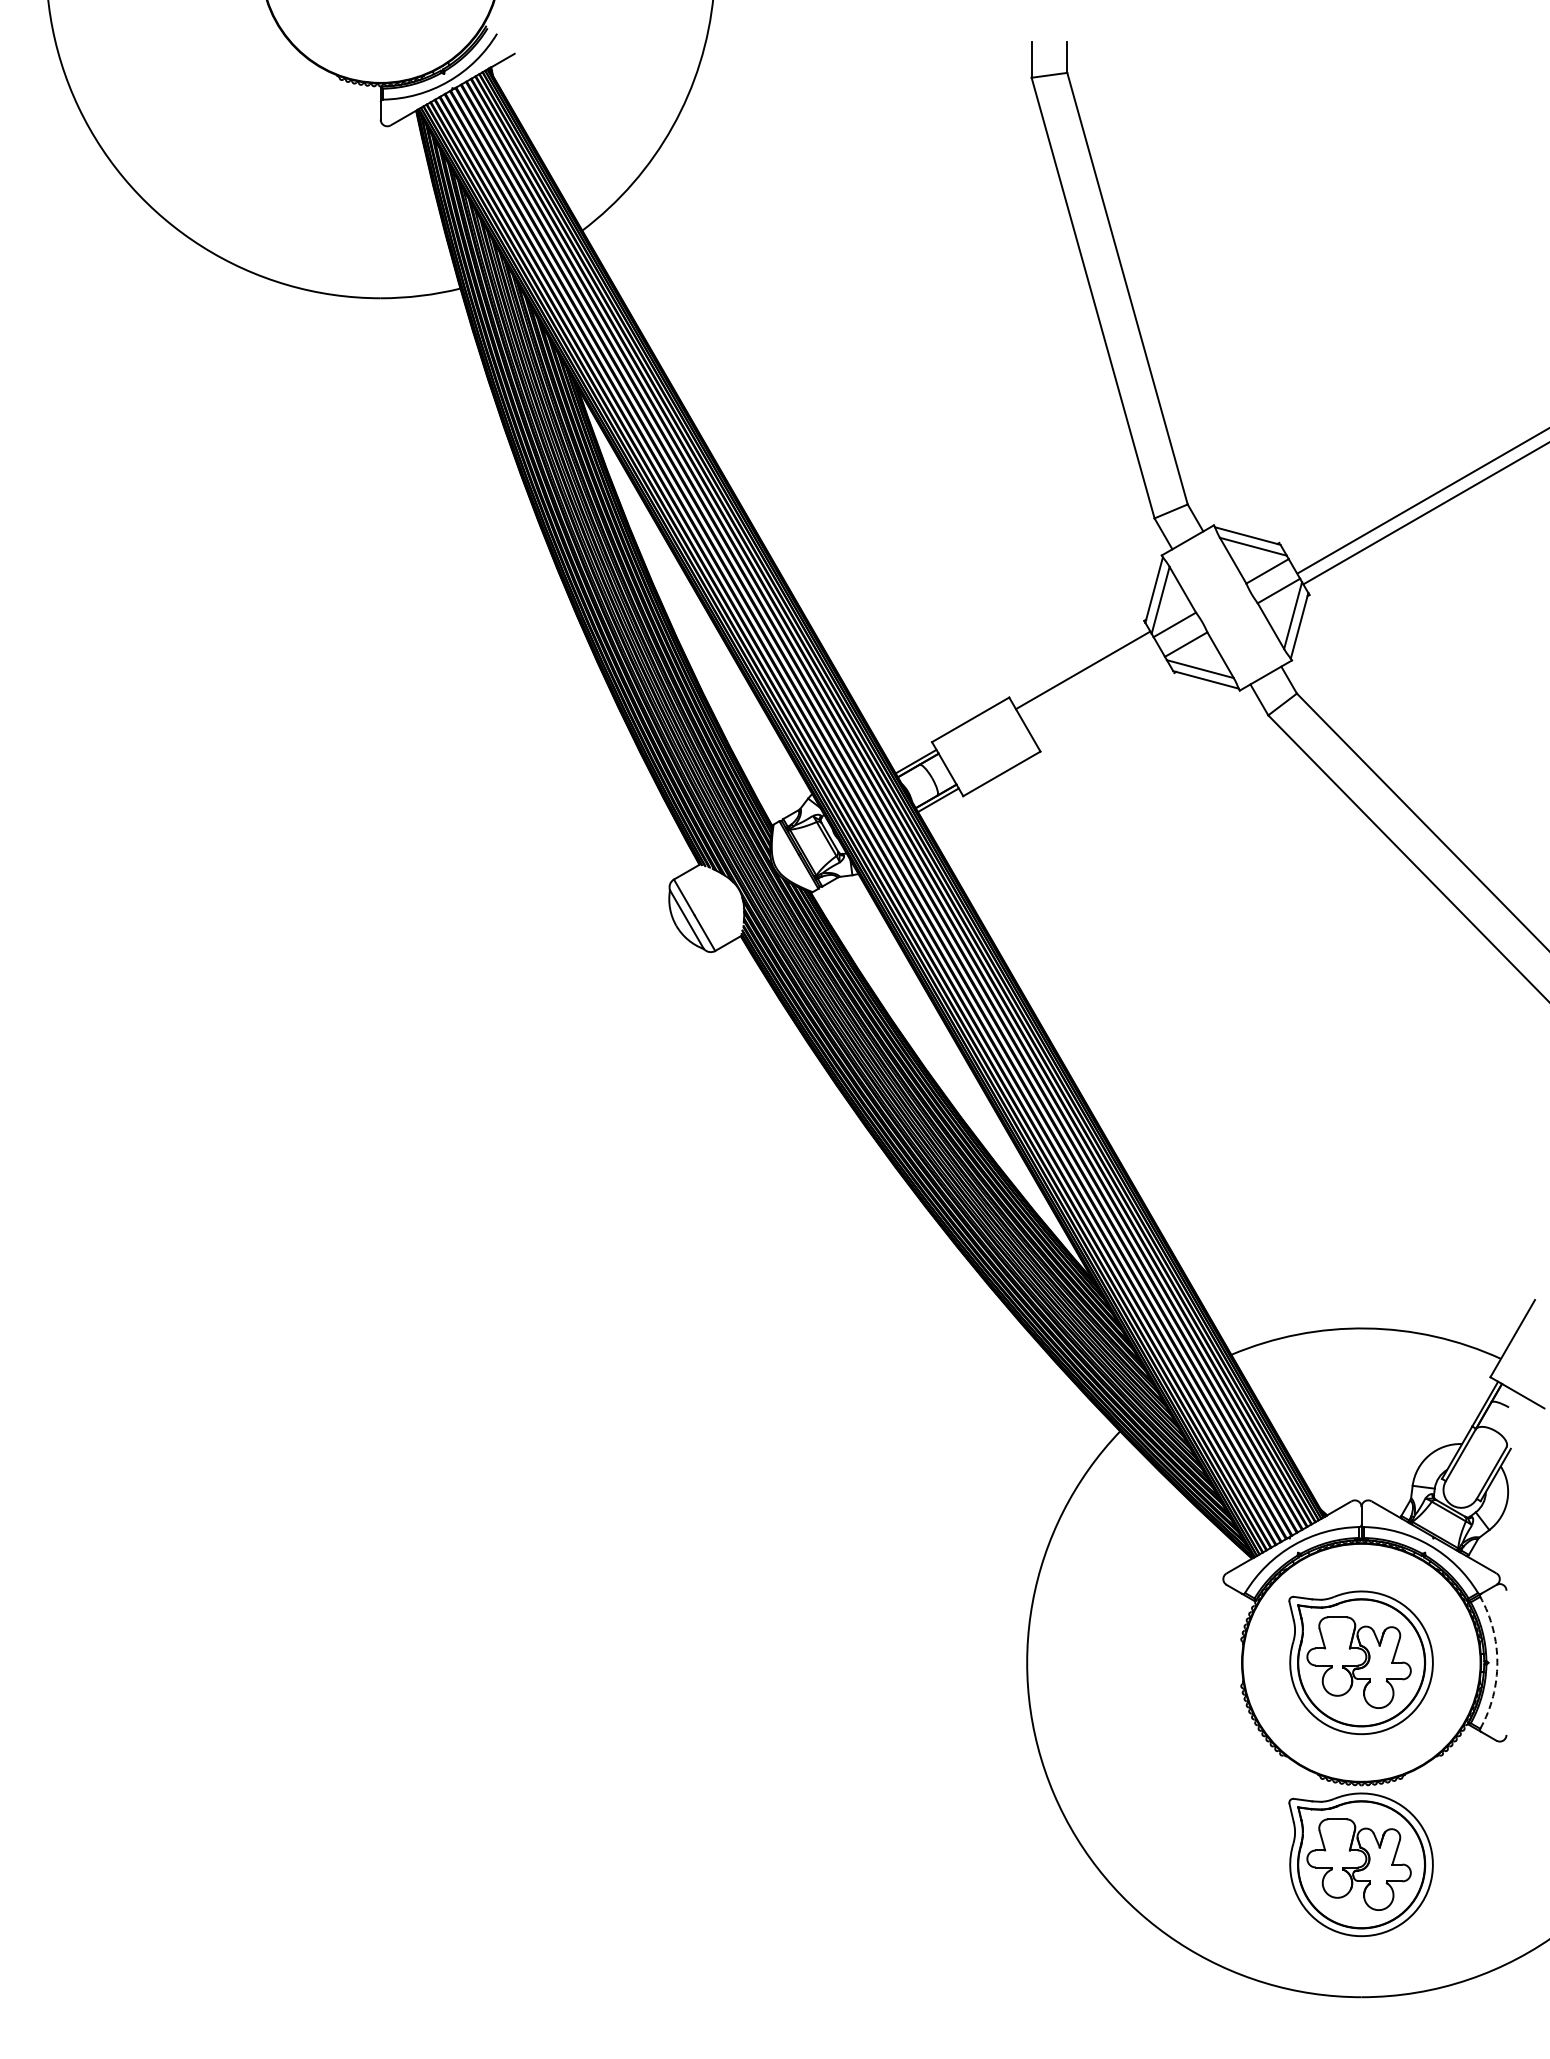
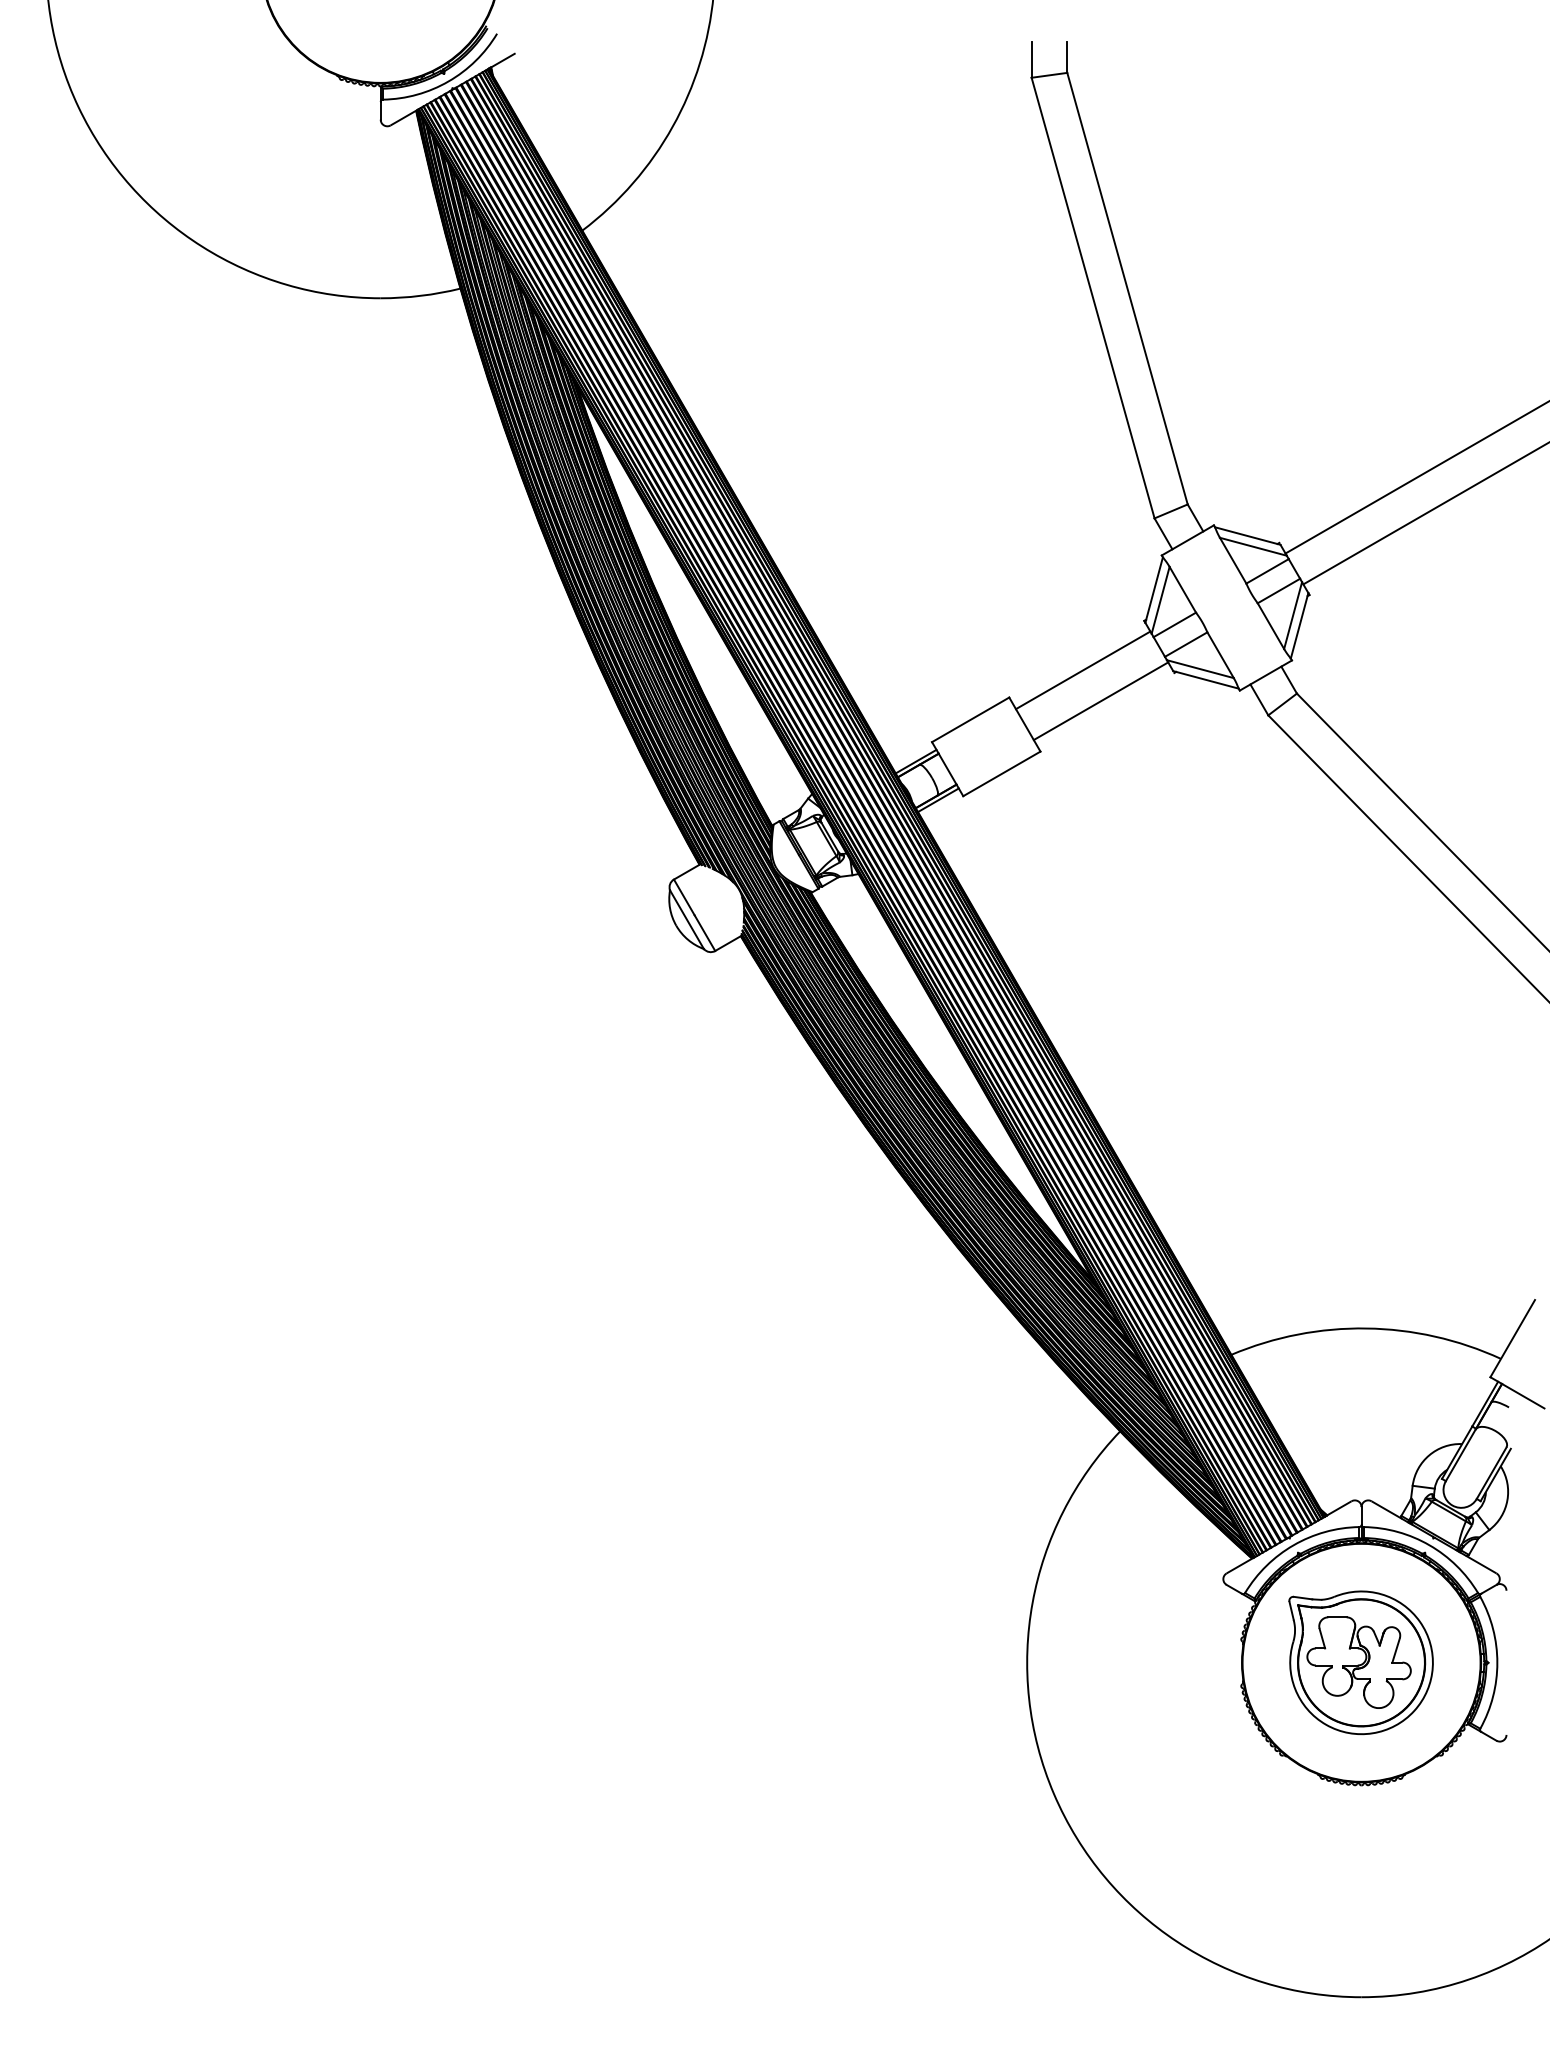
line at (1421, 501) position: (1421, 501) -> (1415, 477)
line at (1100, 701): none -> present
arc at (1497, 1662): dashed -> solid
part at (1360, 1864): present -> none
